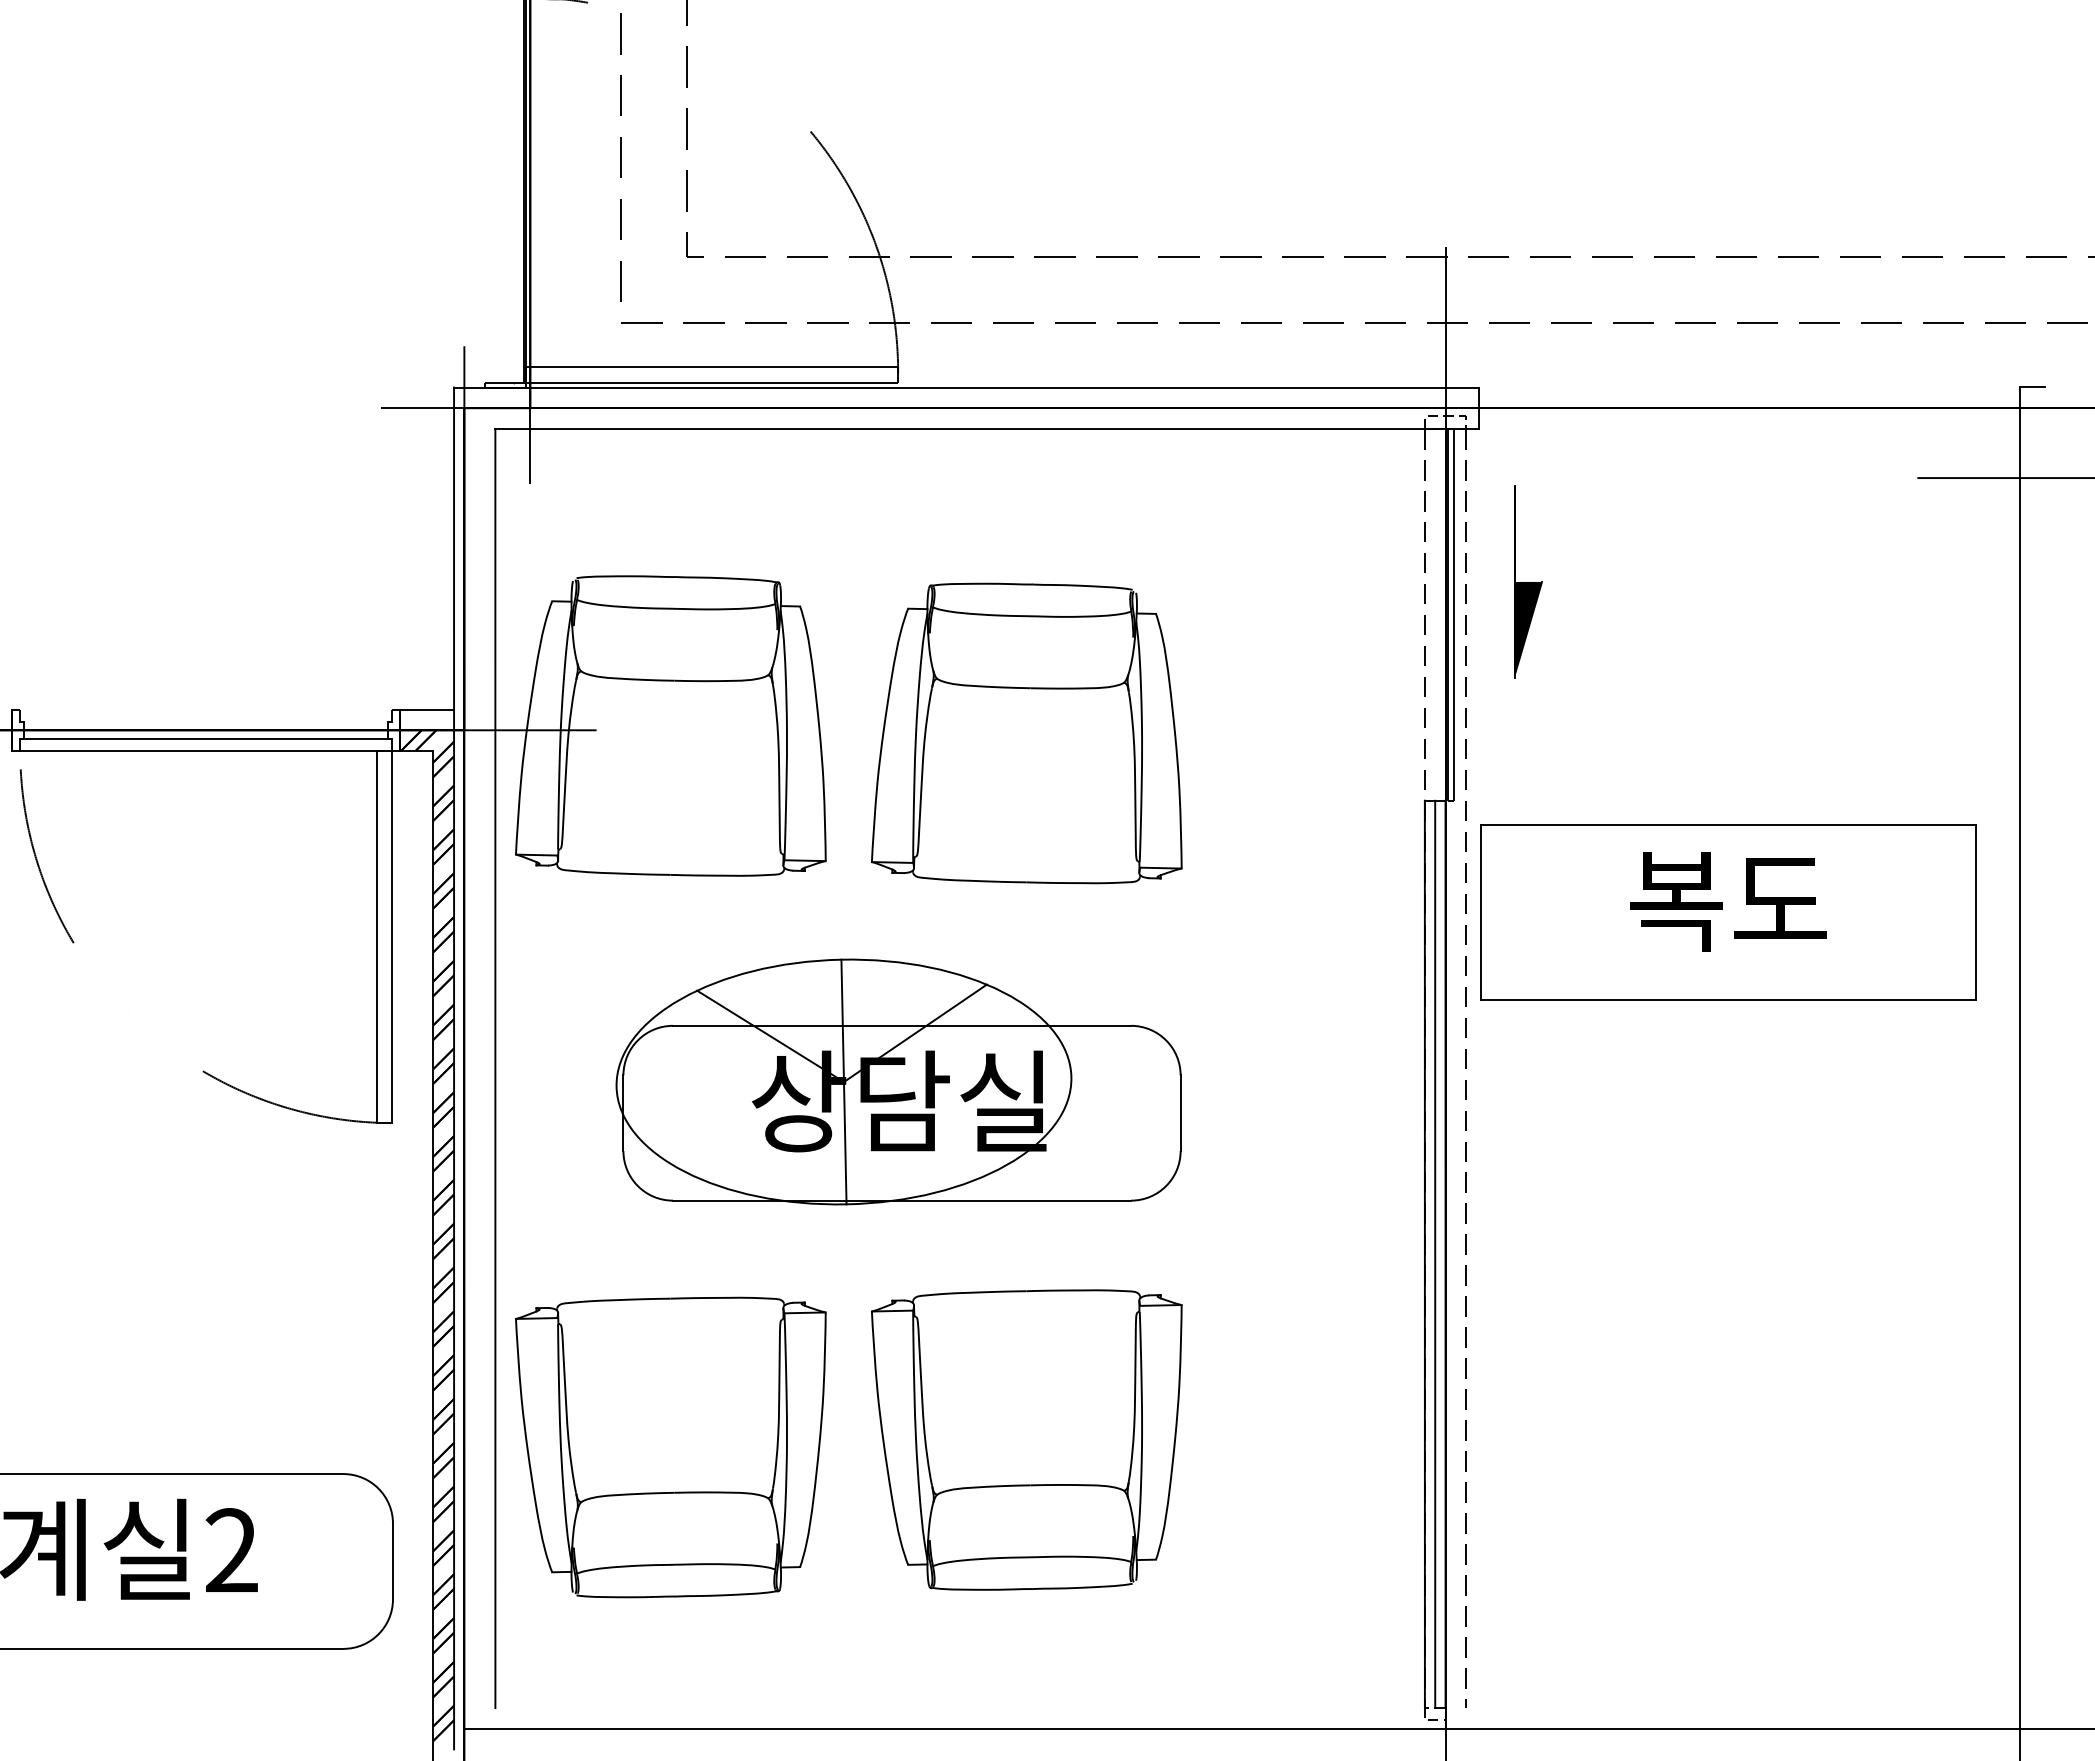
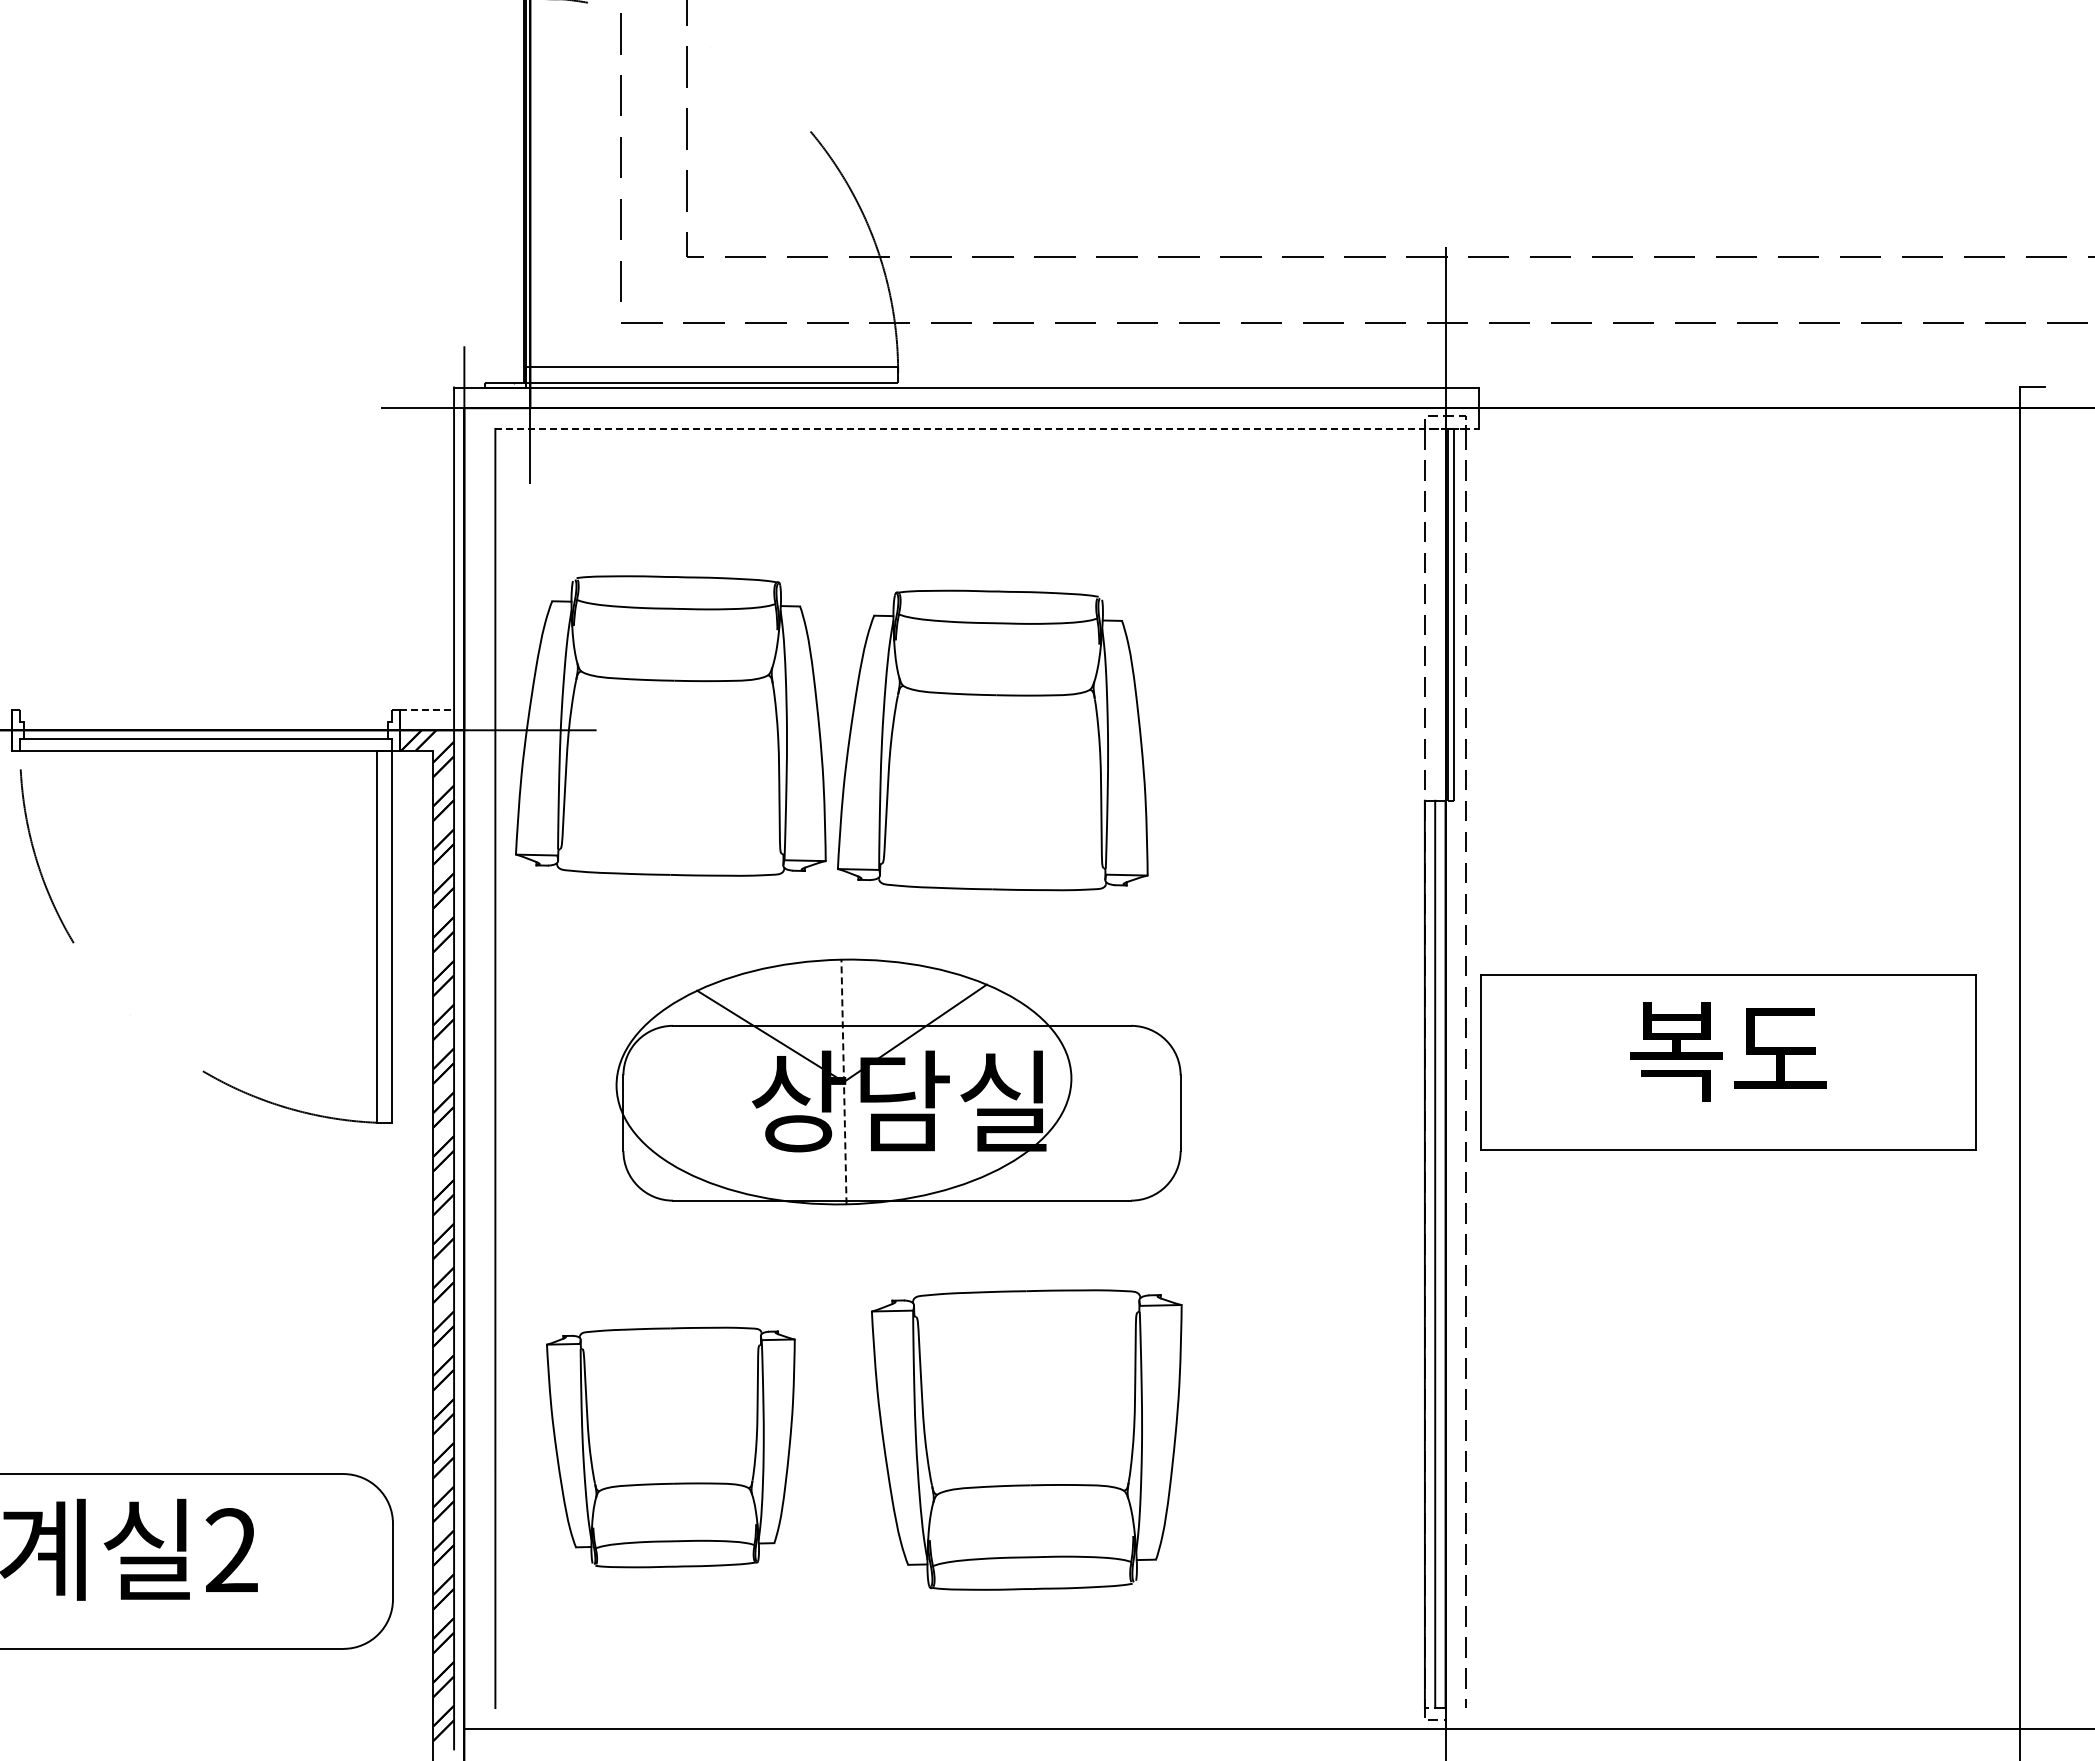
line at (986, 428): solid -> dashed
line at (2004, 478): present -> none
part at (1528, 581): present -> none
line at (427, 709): solid -> dashed
part at (1026, 733) position: (1026, 733) -> (992, 740)
part at (1728, 912) position: (1728, 912) -> (1728, 1062)
line at (843, 1081): solid -> dashed
part at (670, 1447) size: 312x303 px -> 250x243 px
